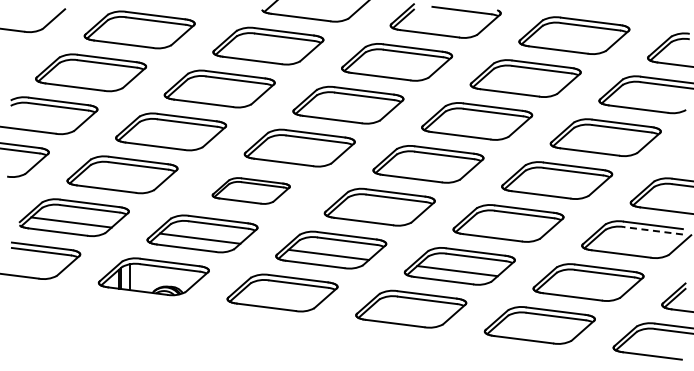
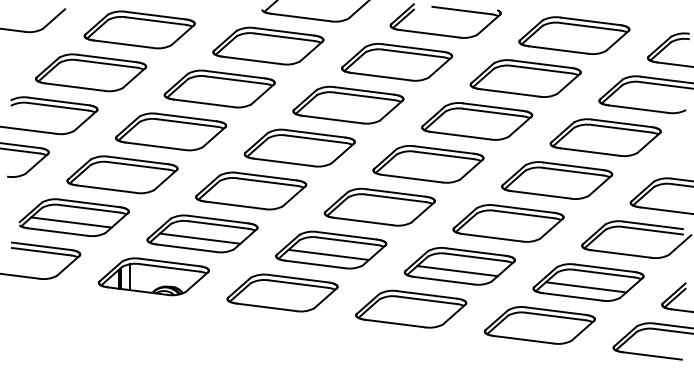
part at (250, 190) size: 80x28 px -> 113x40 px
line at (653, 230): dashed -> solid
line at (585, 287): none -> present
